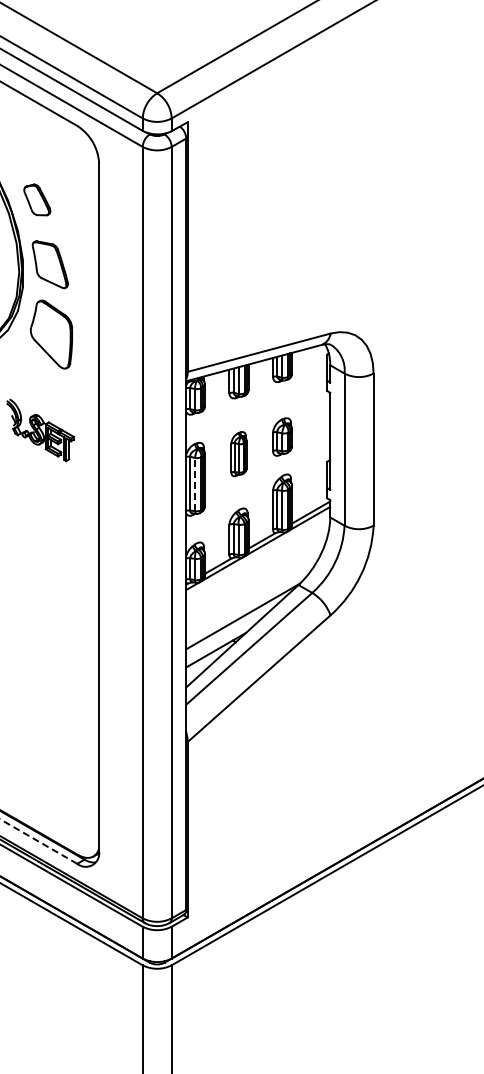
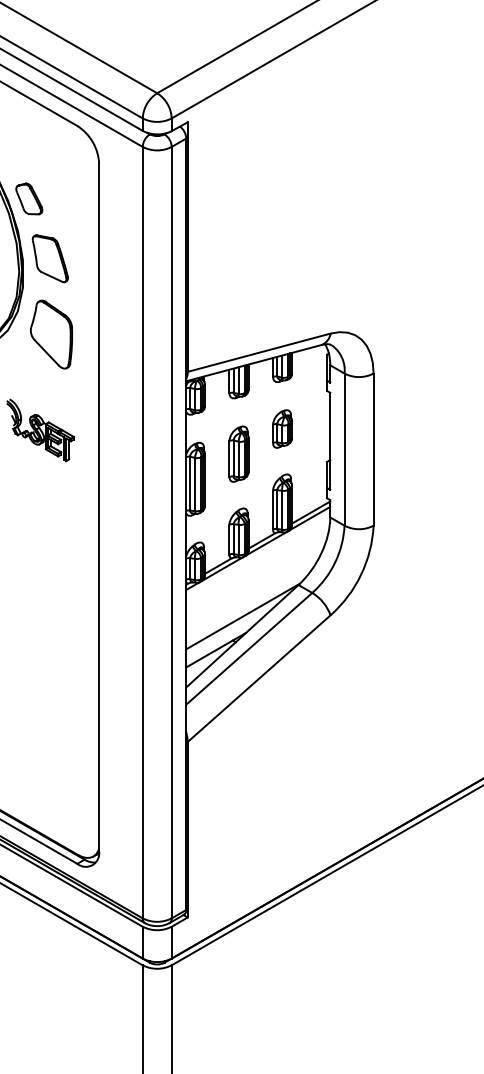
part at (37, 199) position: (37, 199) -> (29, 198)
part at (49, 264) position: (49, 264) -> (49, 258)
part at (282, 436) position: (282, 436) -> (282, 428)
part at (238, 454) size: 18x47 px -> 22x58 px
line at (195, 484): dashed -> solid
line at (38, 841): dashed -> solid
